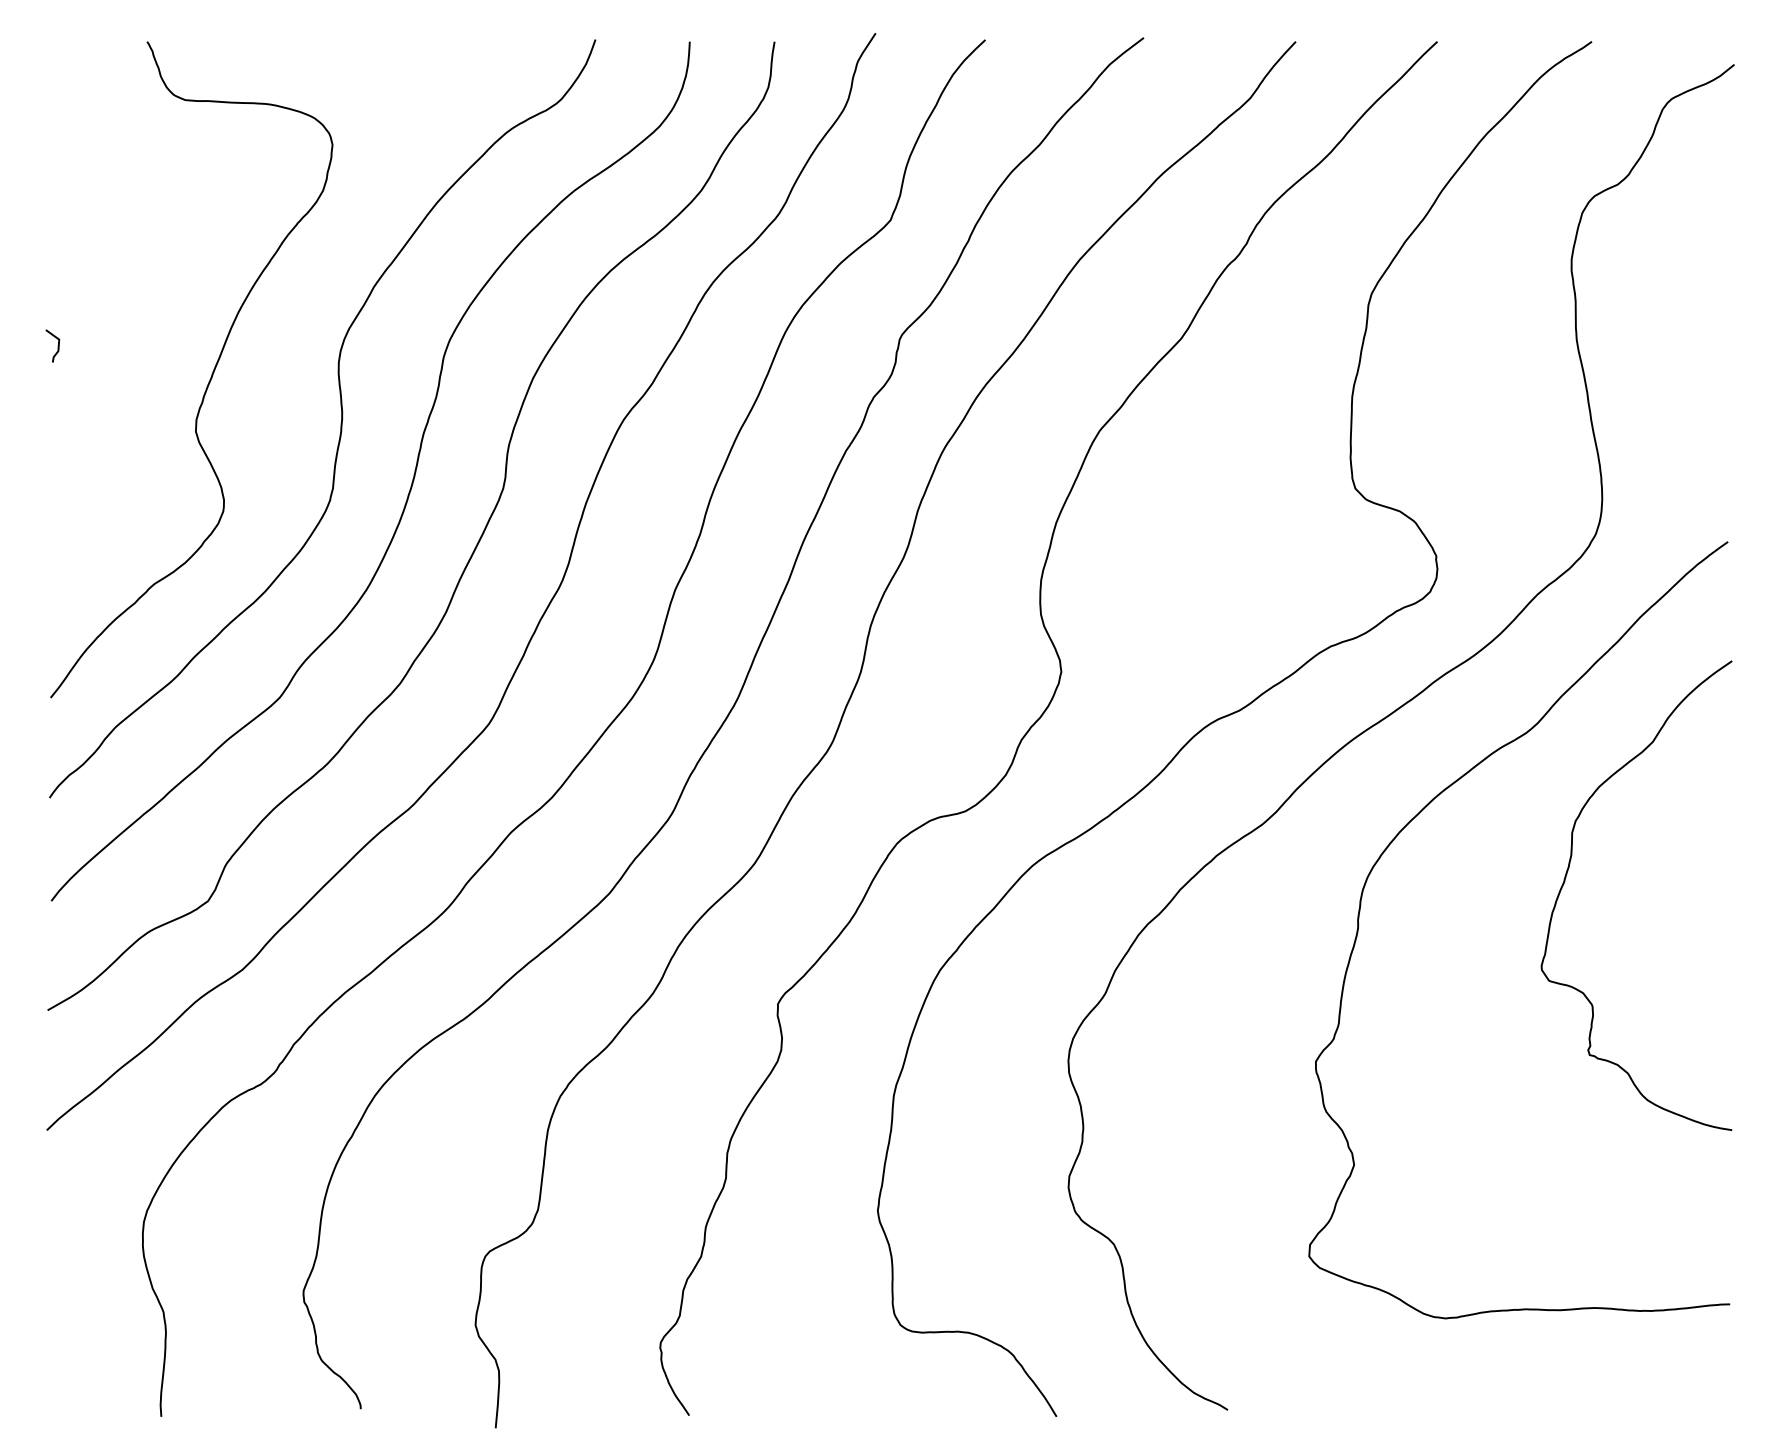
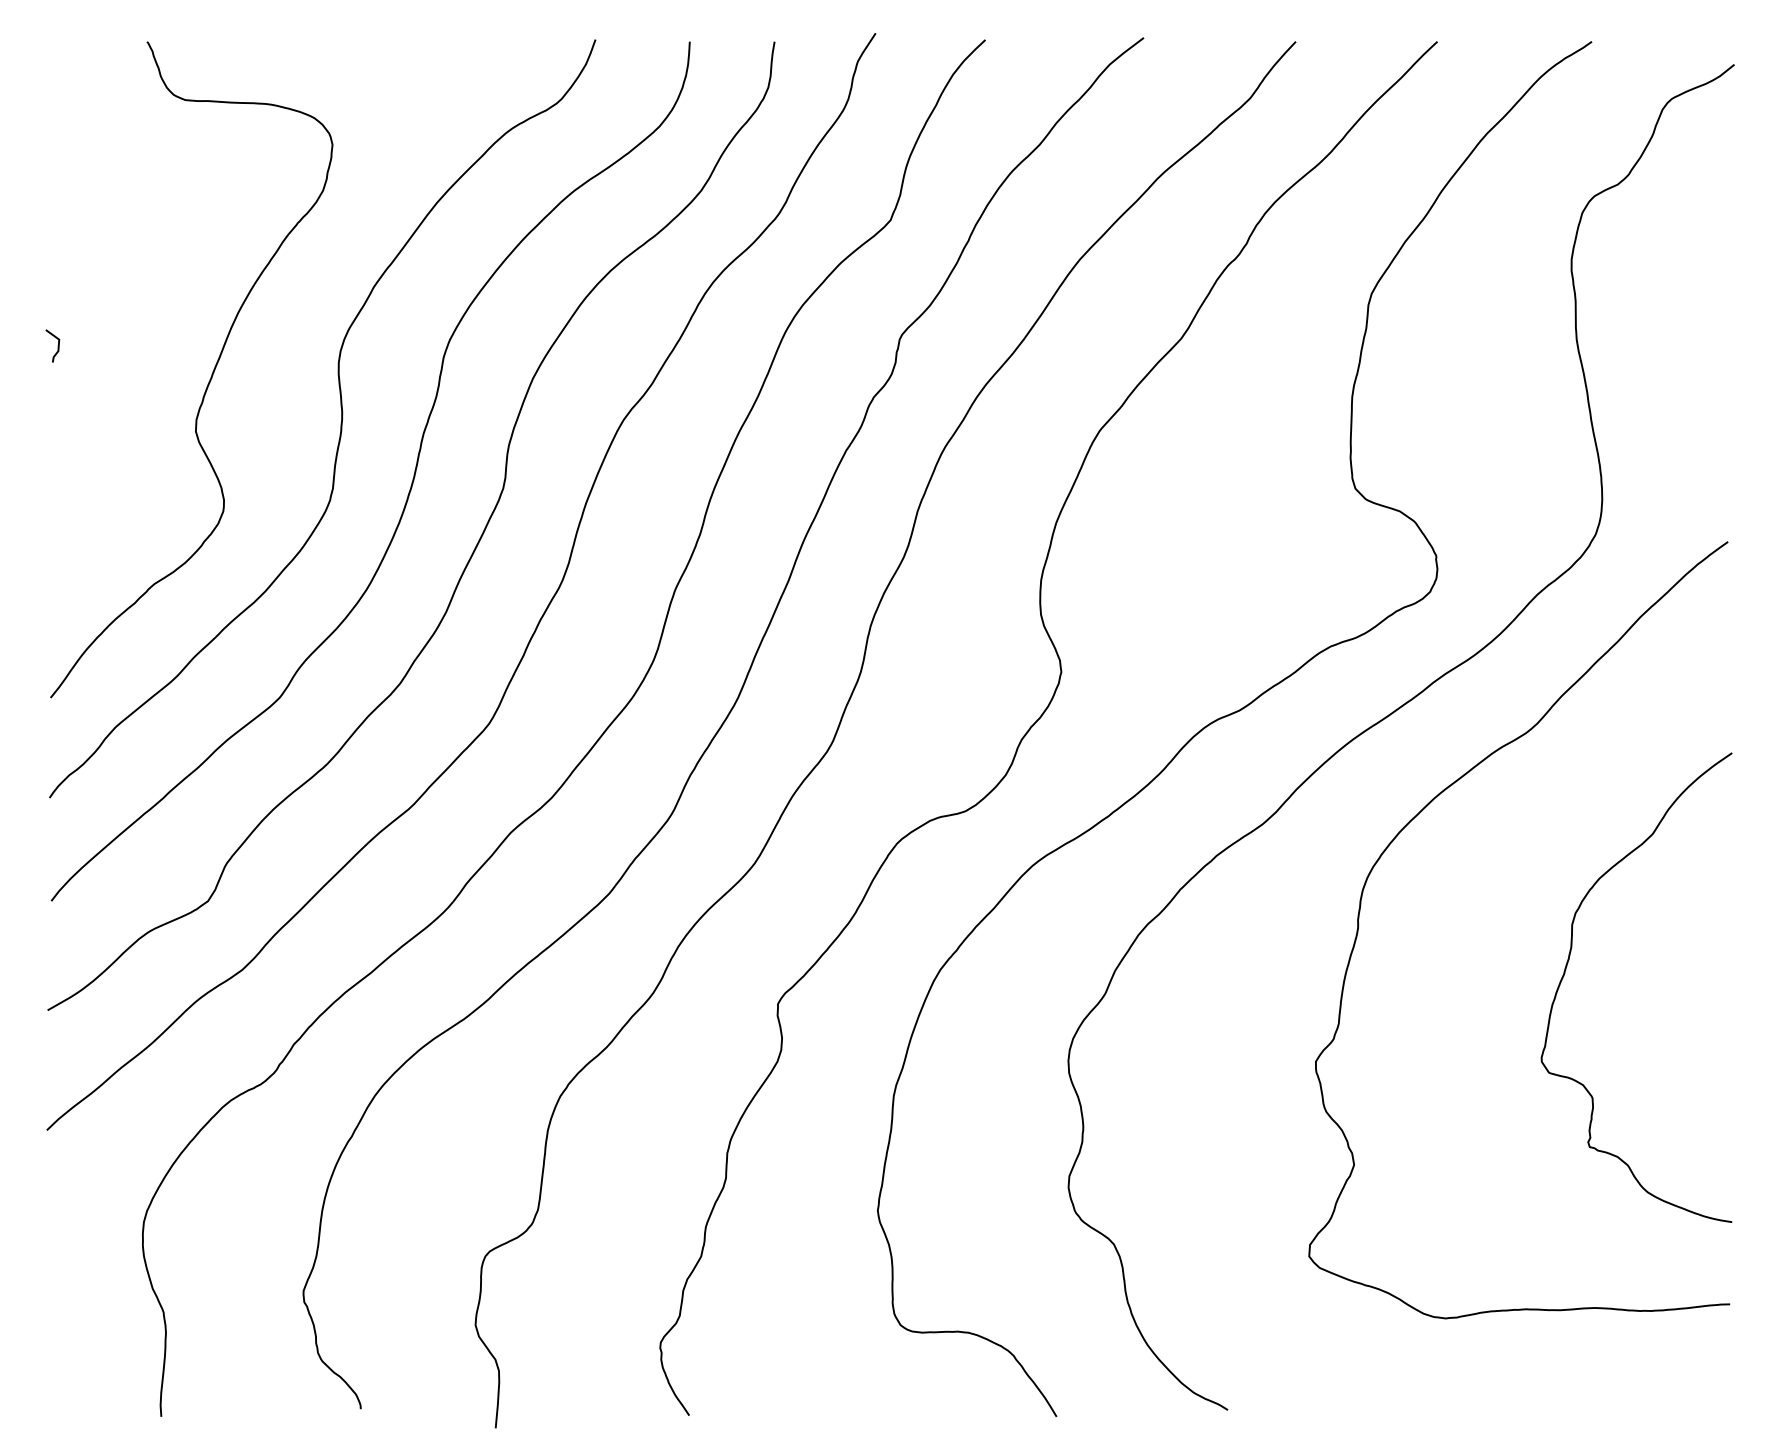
curve at (1568, 871) position: (1568, 871) -> (1568, 963)
